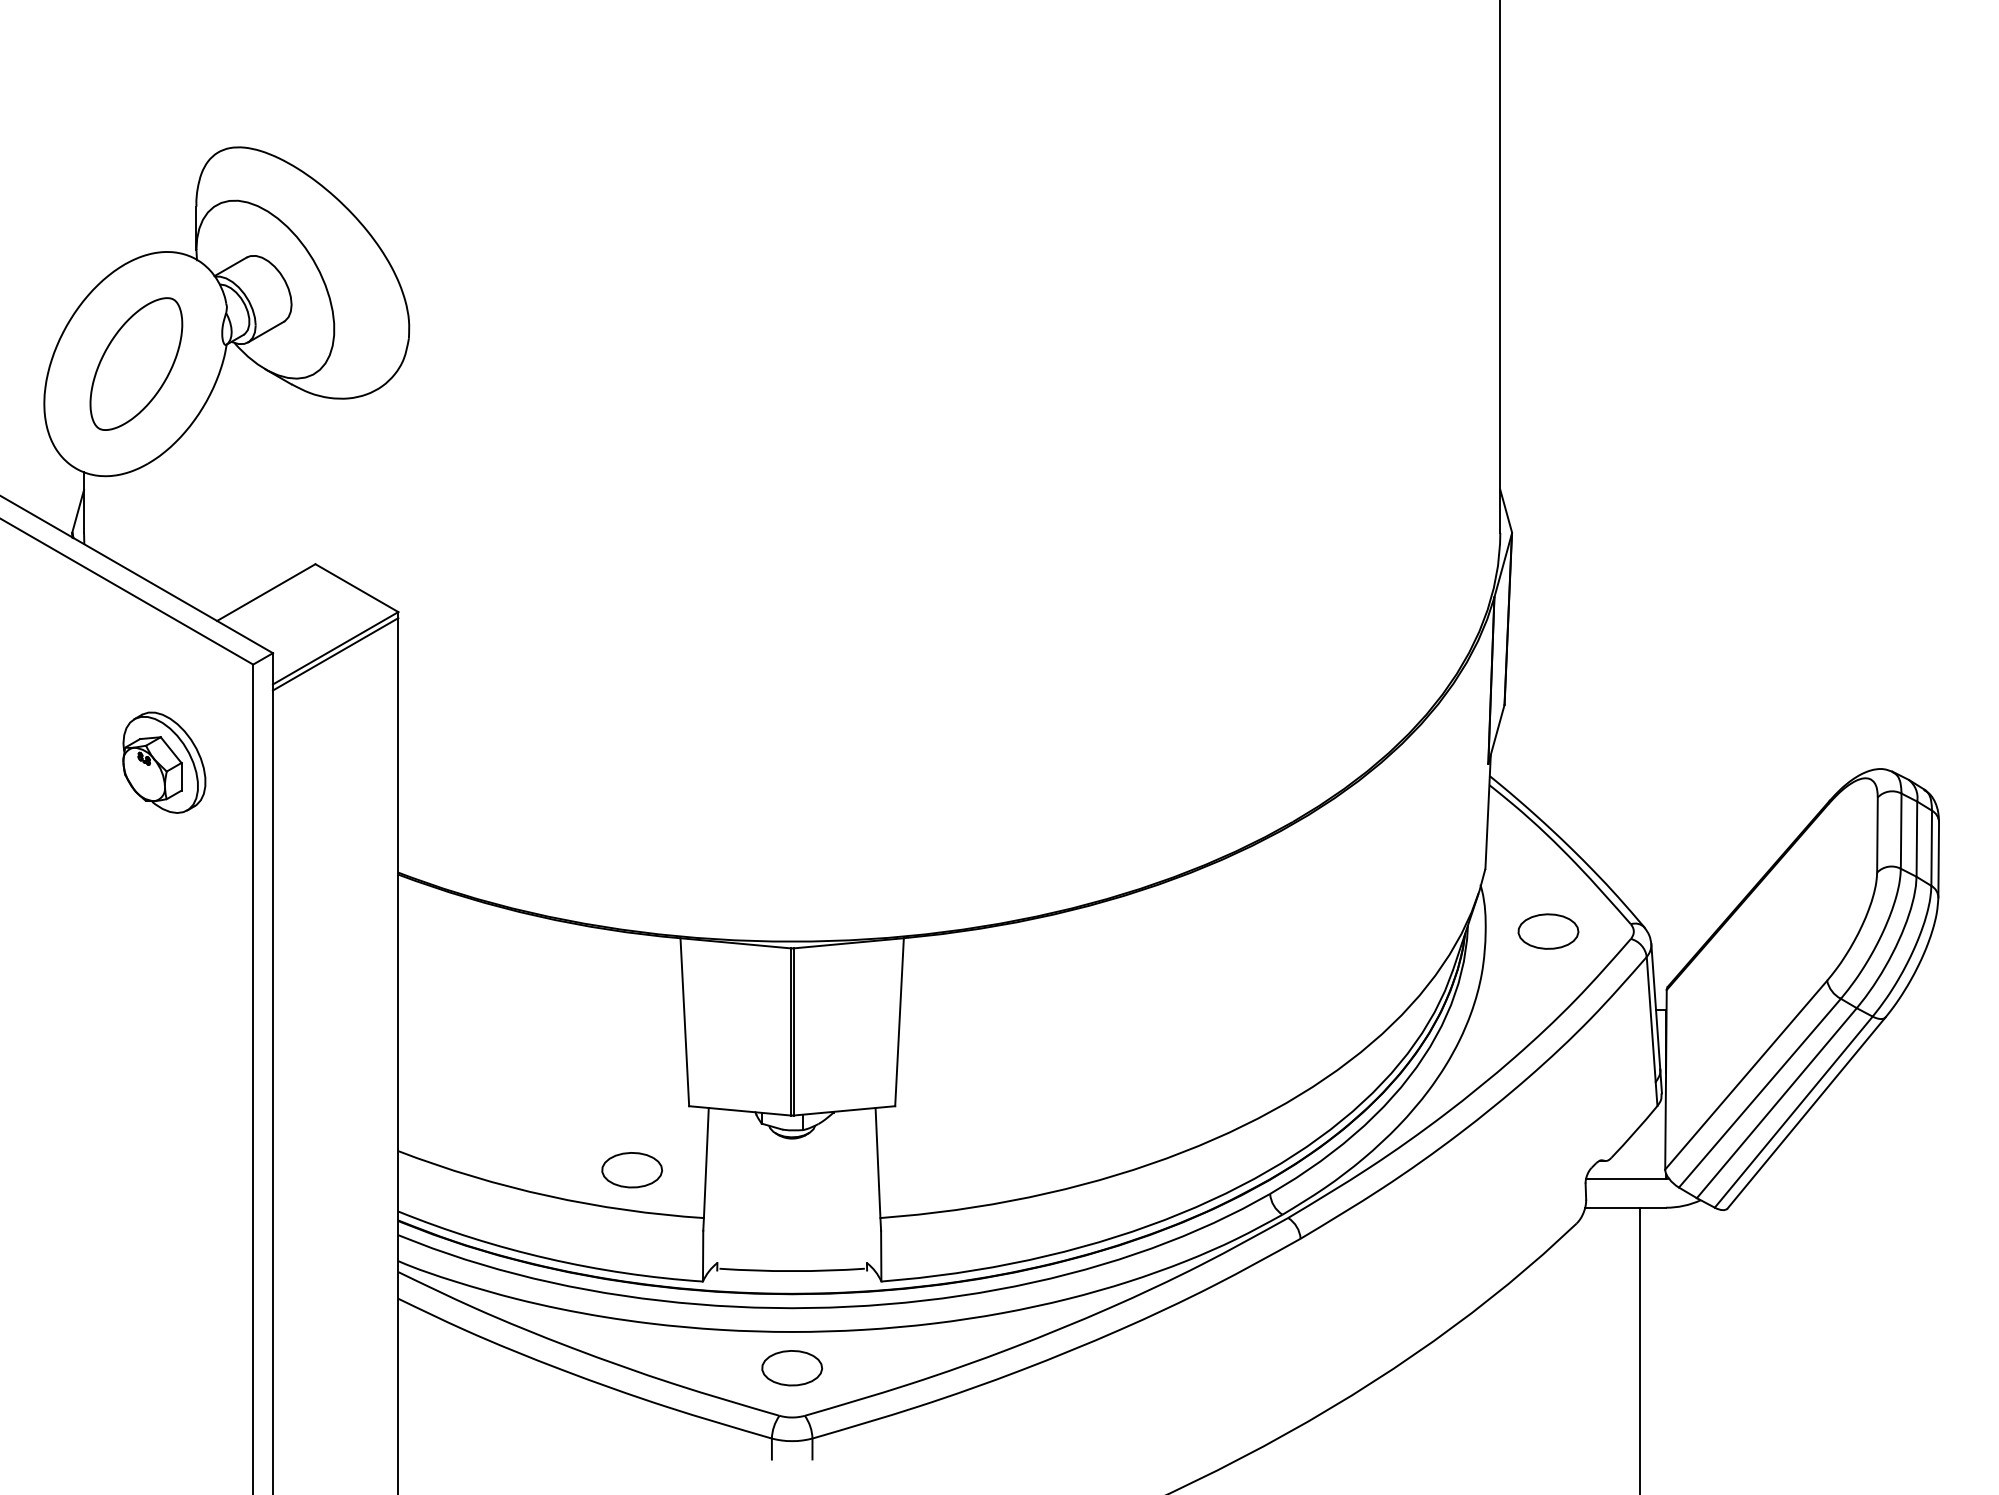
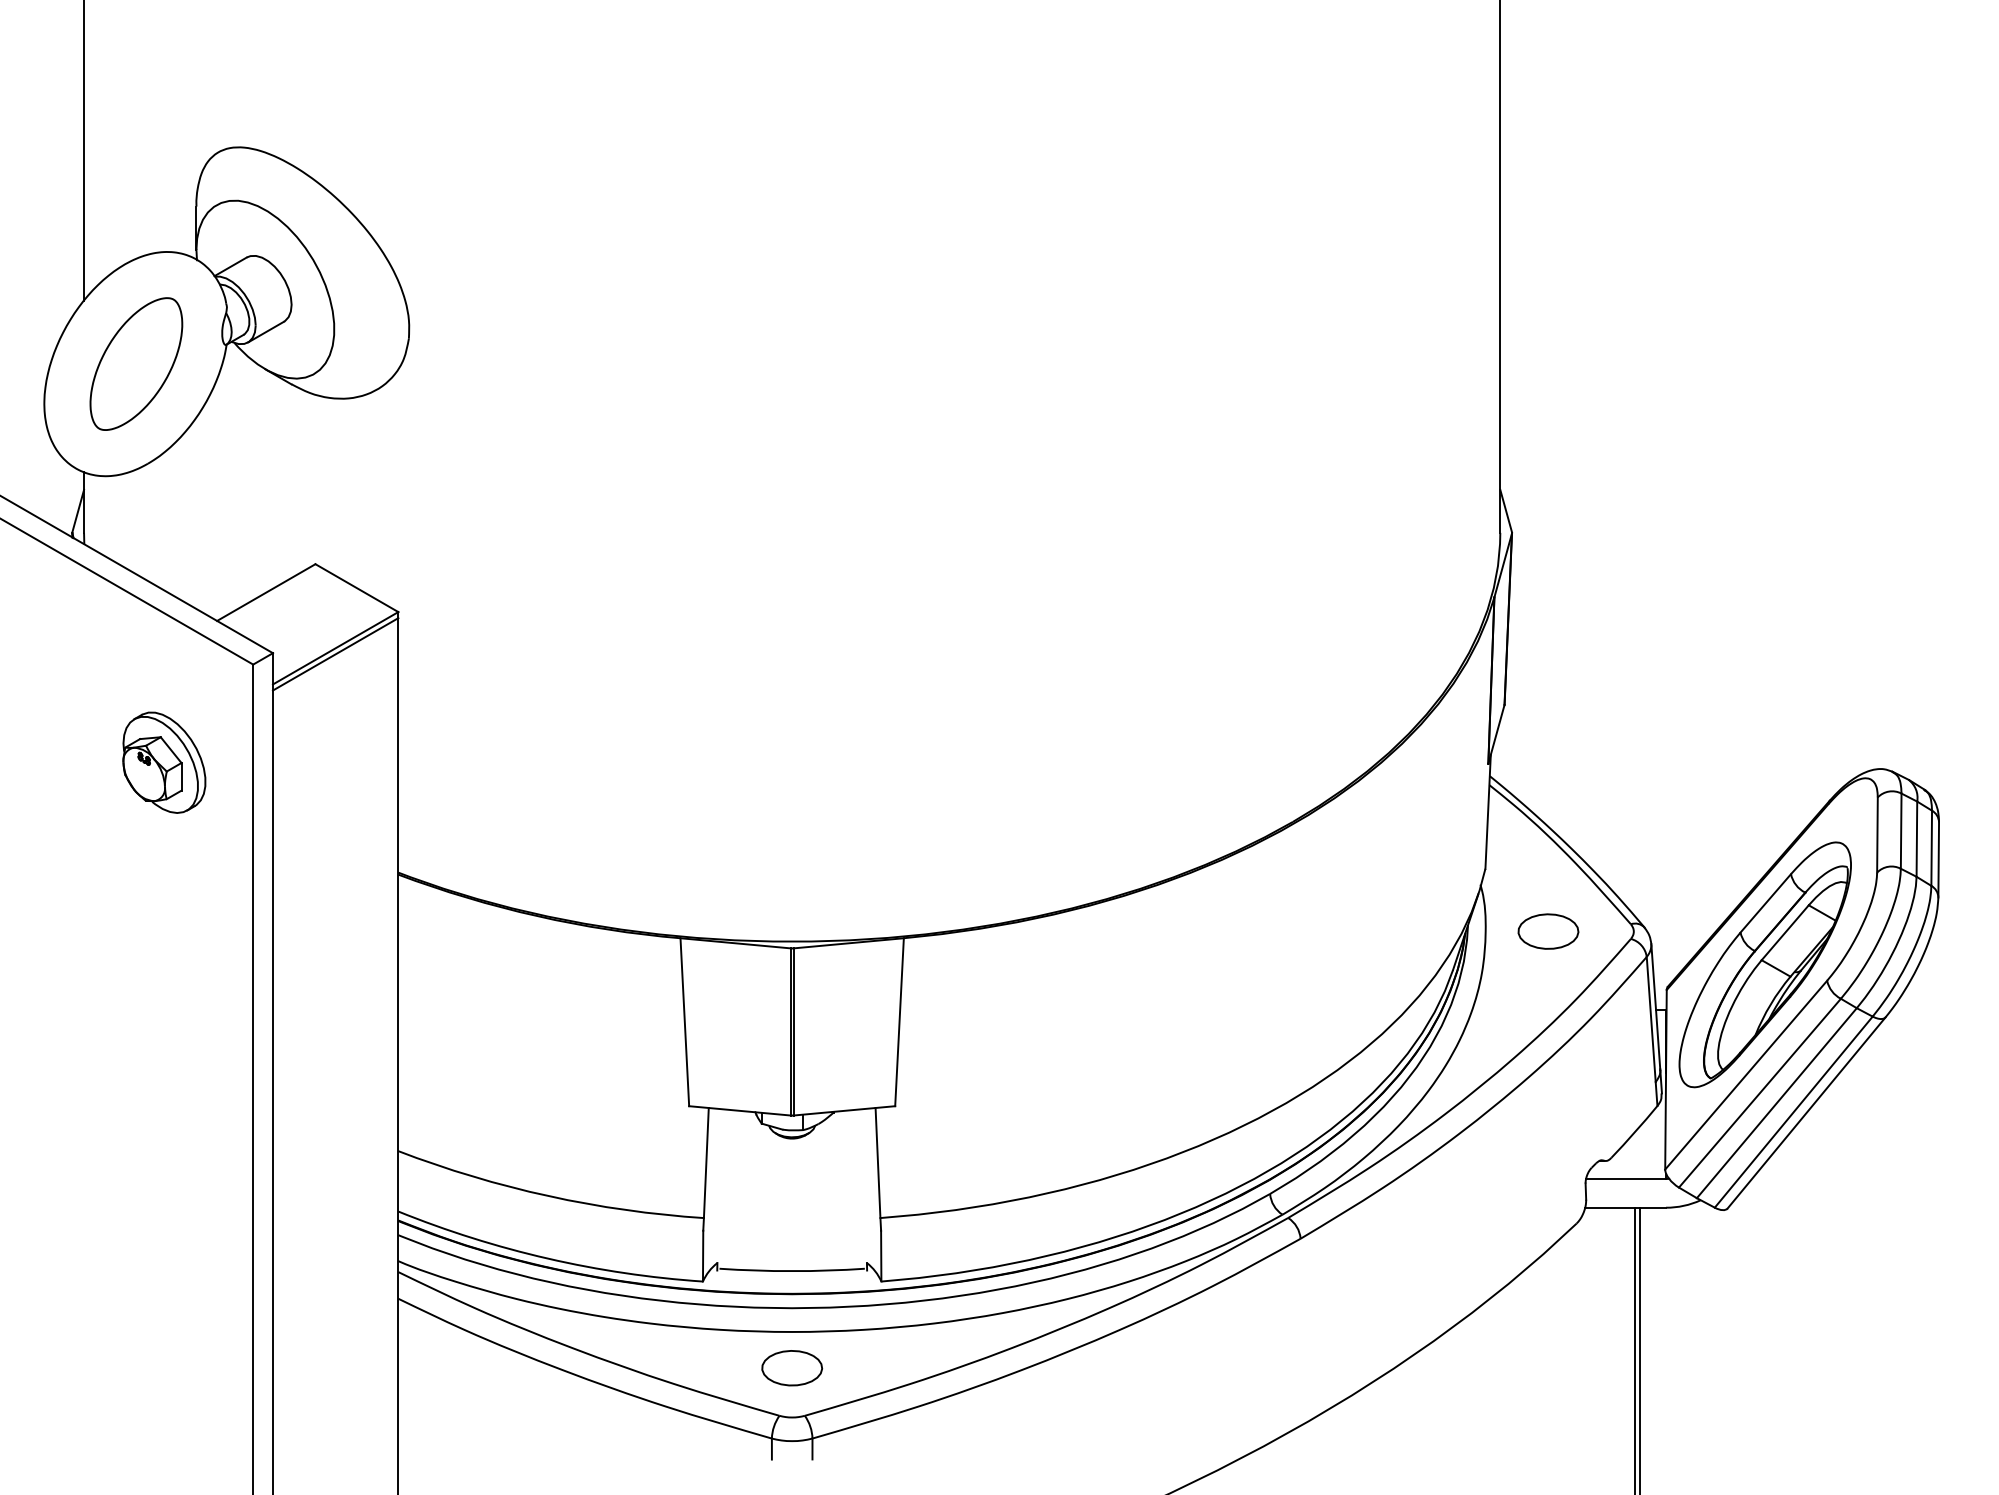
line at (84, 151): none -> present
part at (1764, 964): none -> present
part at (632, 1170): present -> none
line at (1634, 1349): none -> present
